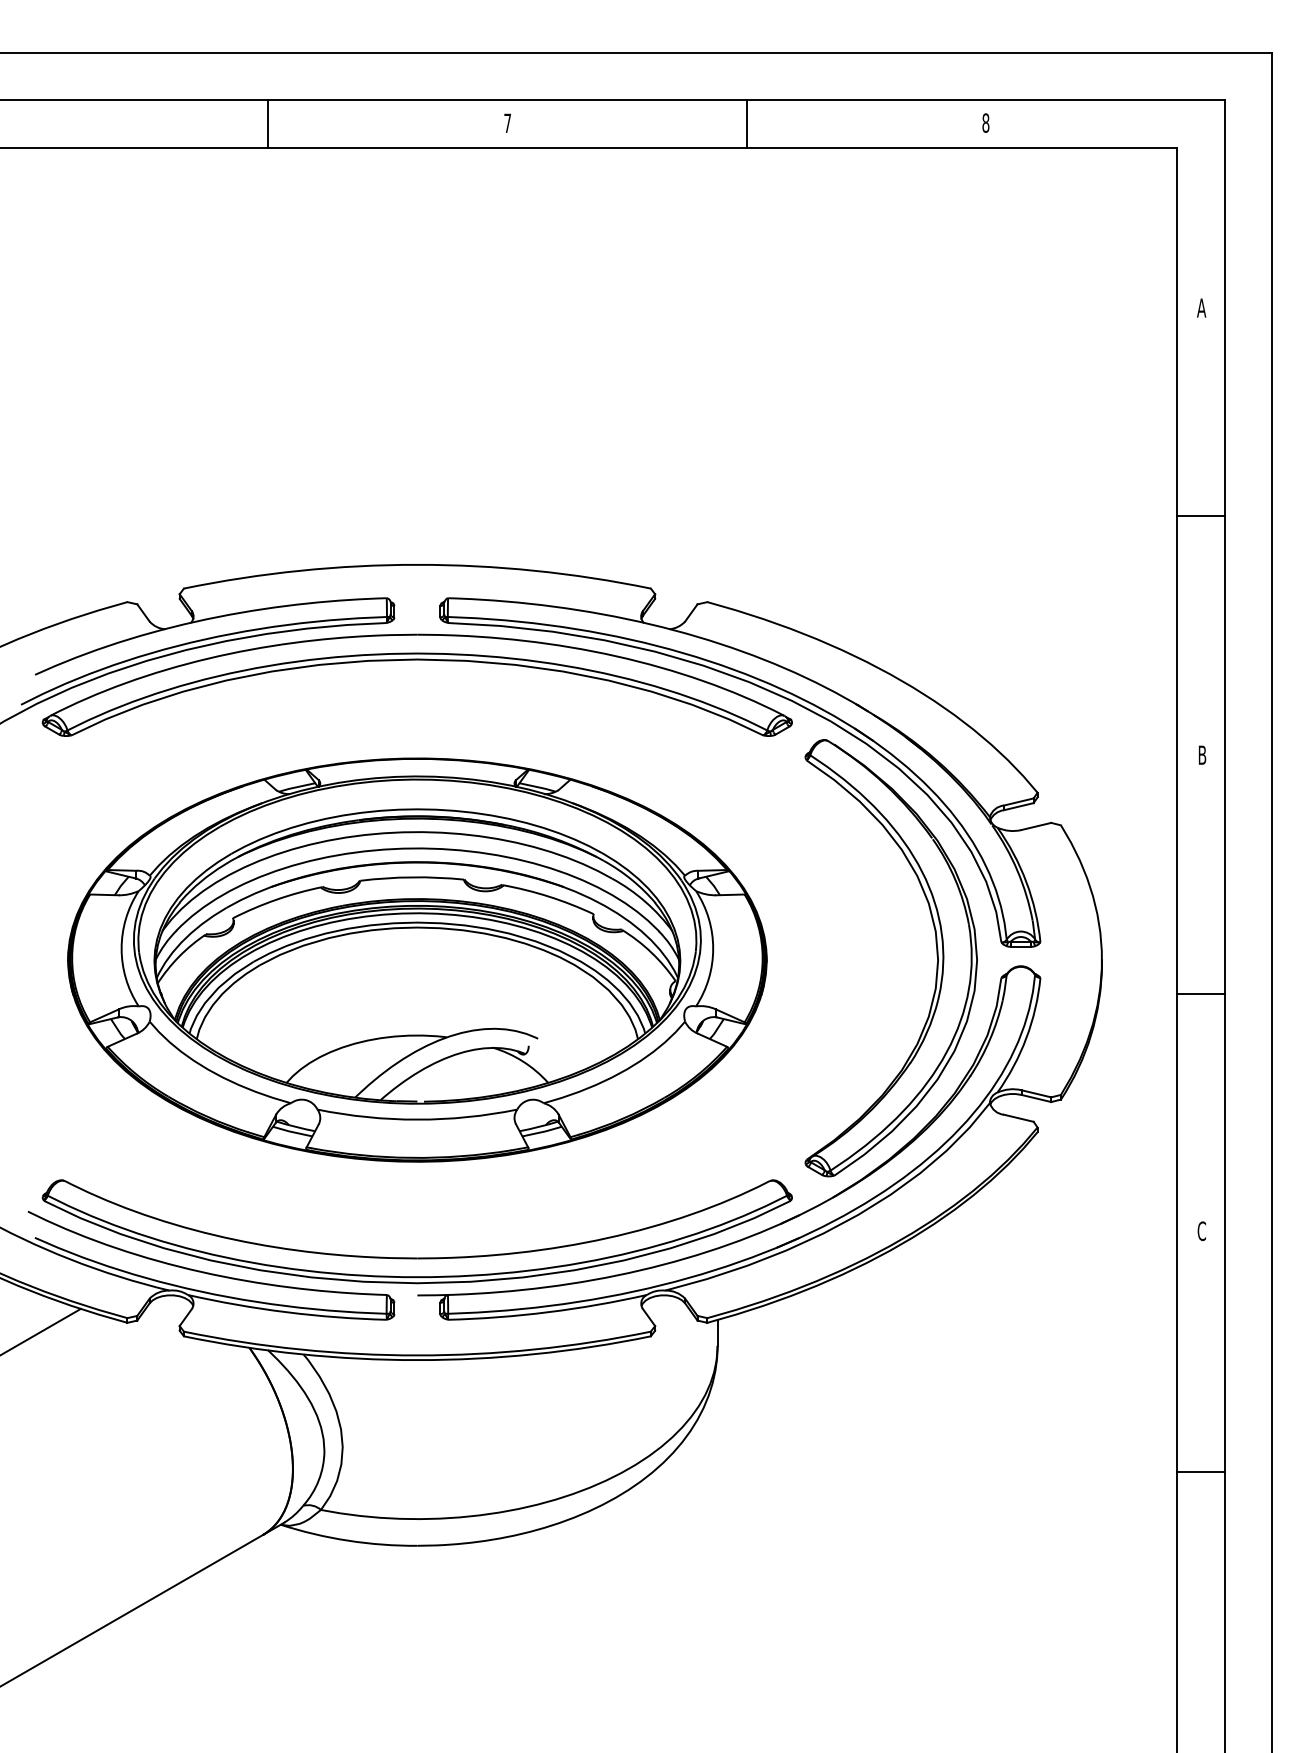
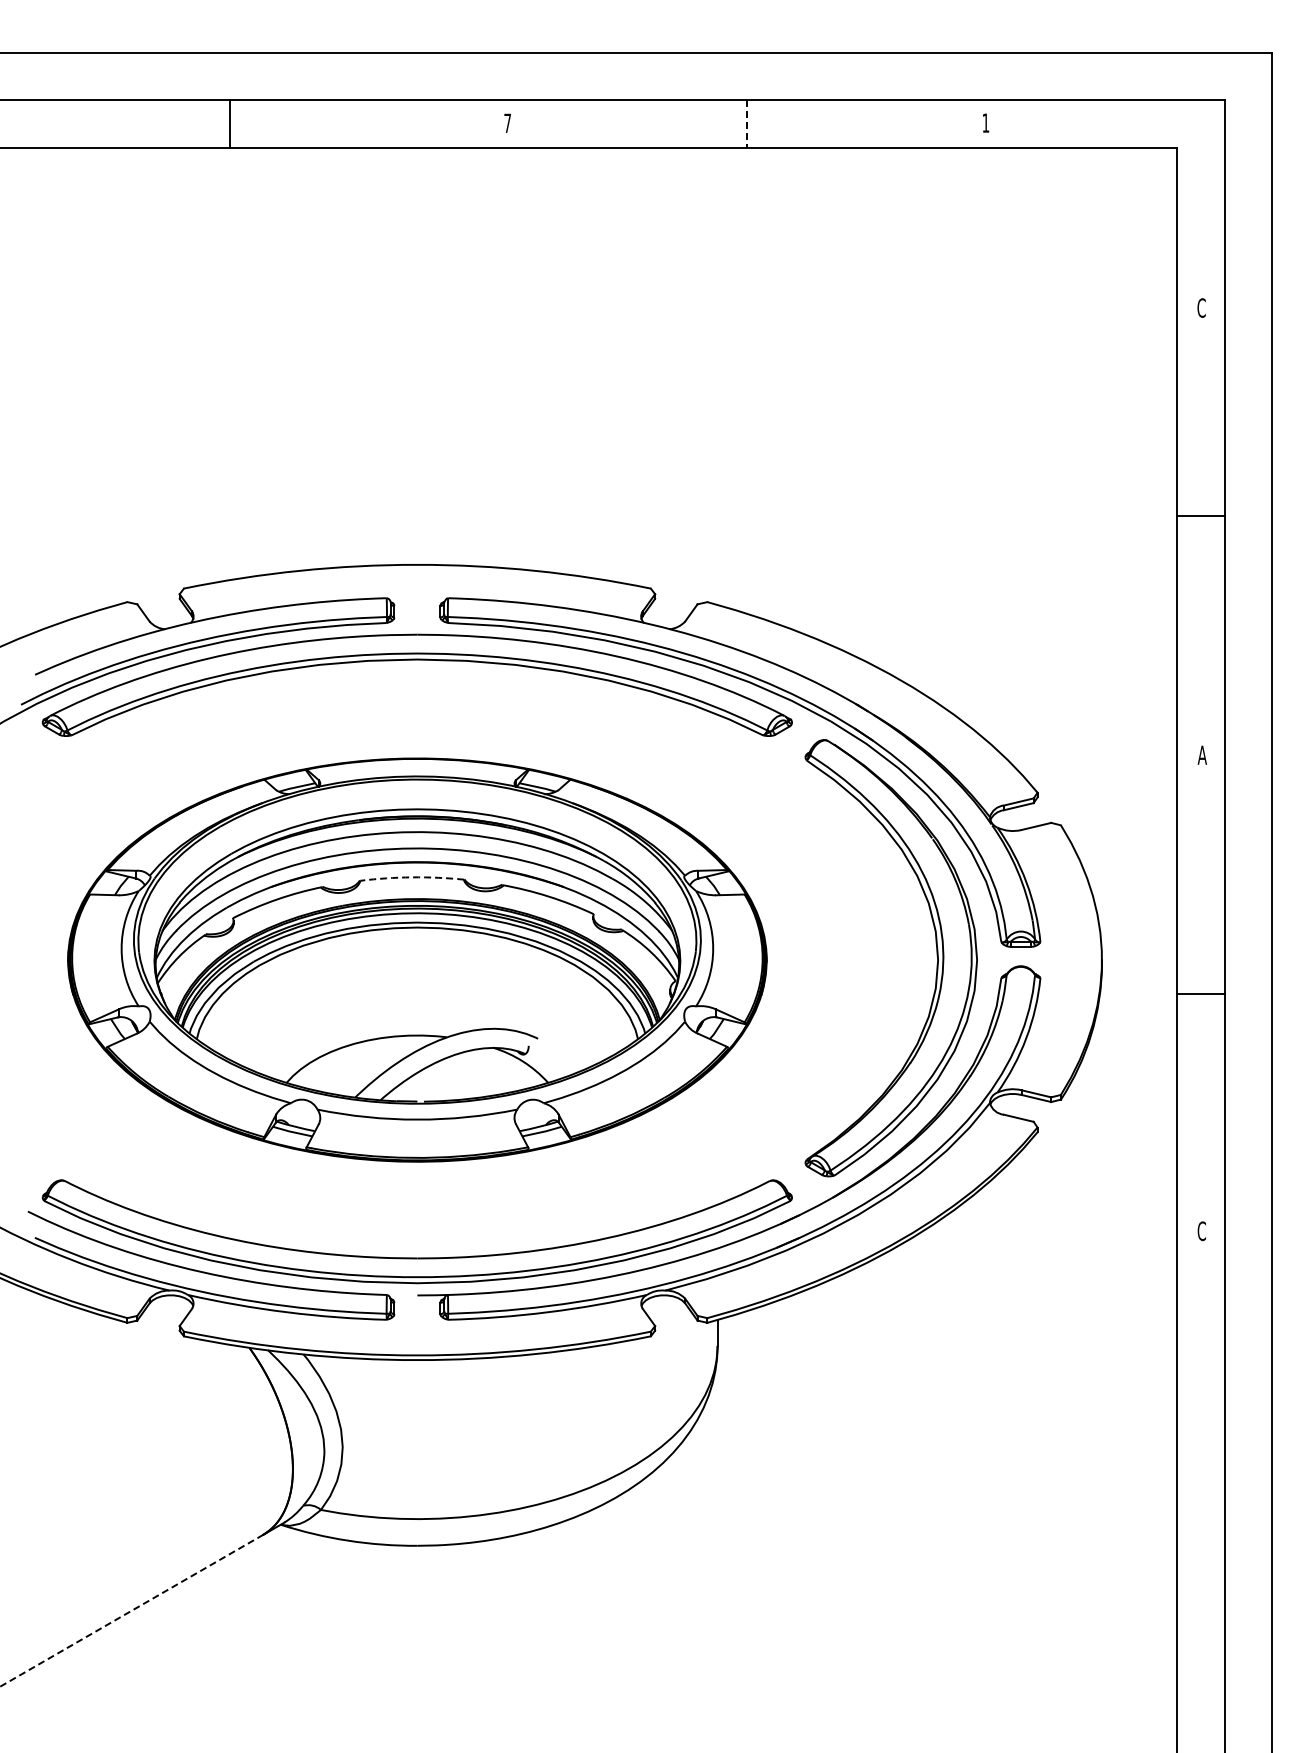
text at (985, 122): 8 -> 1
line at (268, 124) position: (268, 124) -> (230, 124)
line at (746, 124): solid -> dashed
text at (1201, 307): A -> C
text at (1201, 754): B -> A
arc at (412, 877): solid -> dashed
line at (41, 1331): present -> none
line at (1200, 1472): present -> none
line at (131, 1610): solid -> dashed
